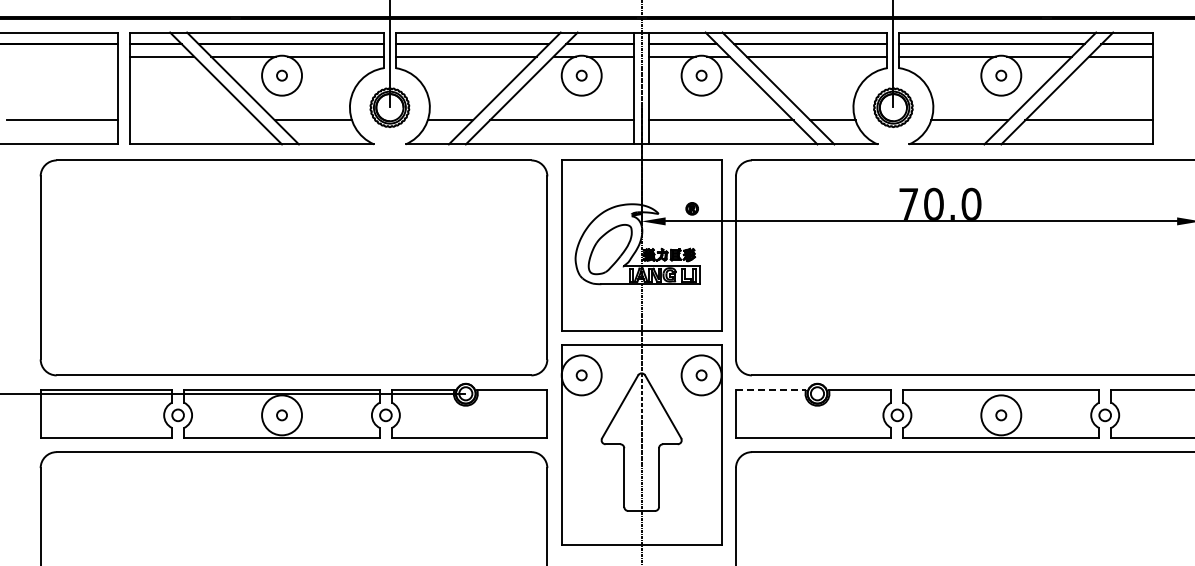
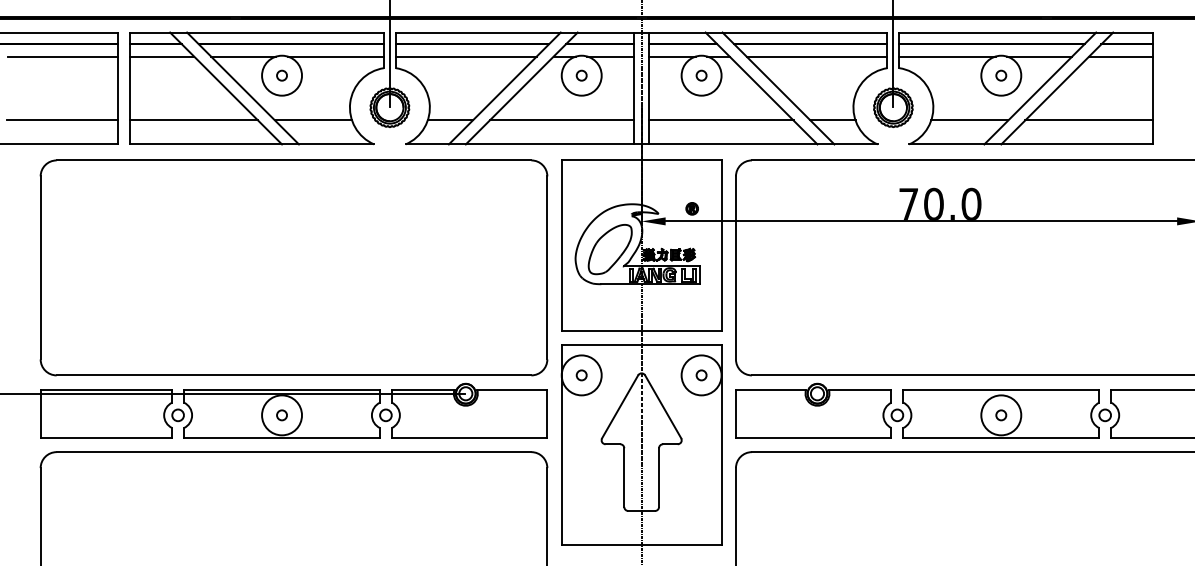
line at (62, 56): none -> present
line at (194, 120): none -> present
line at (771, 389): dashed -> solid
